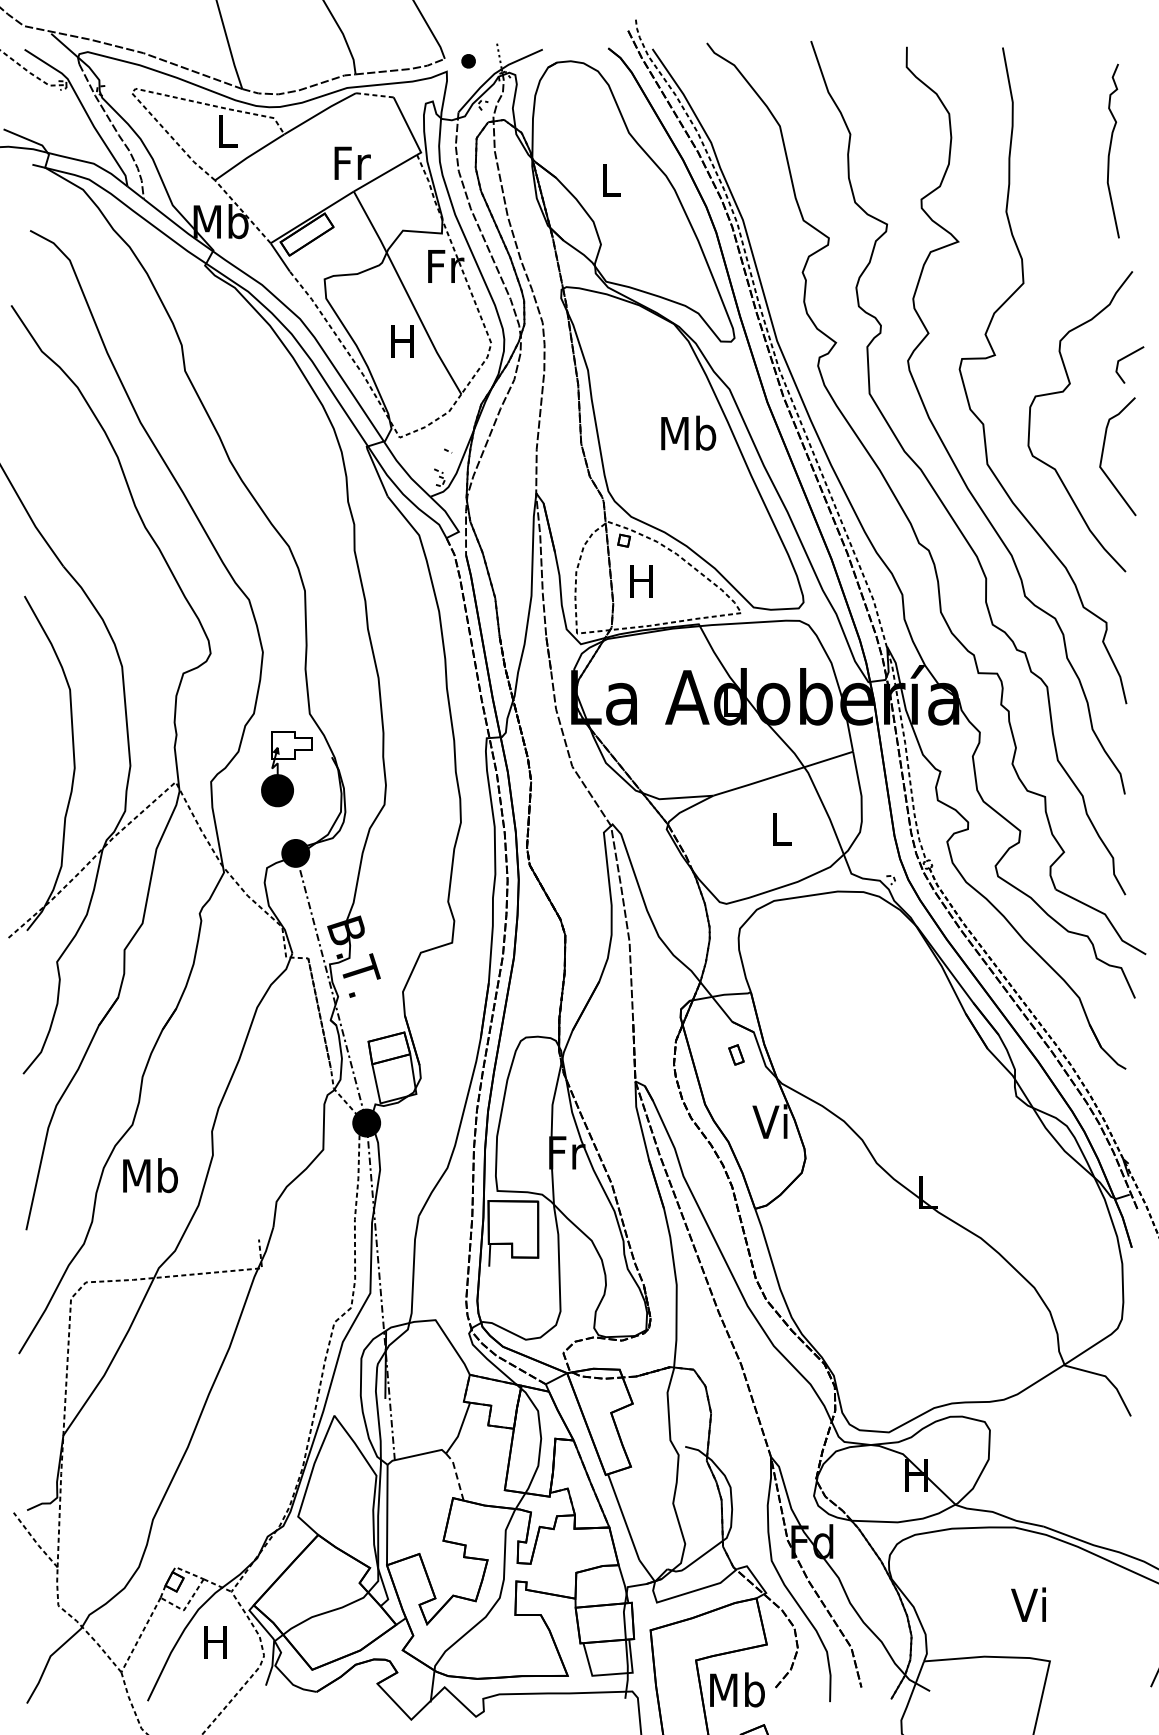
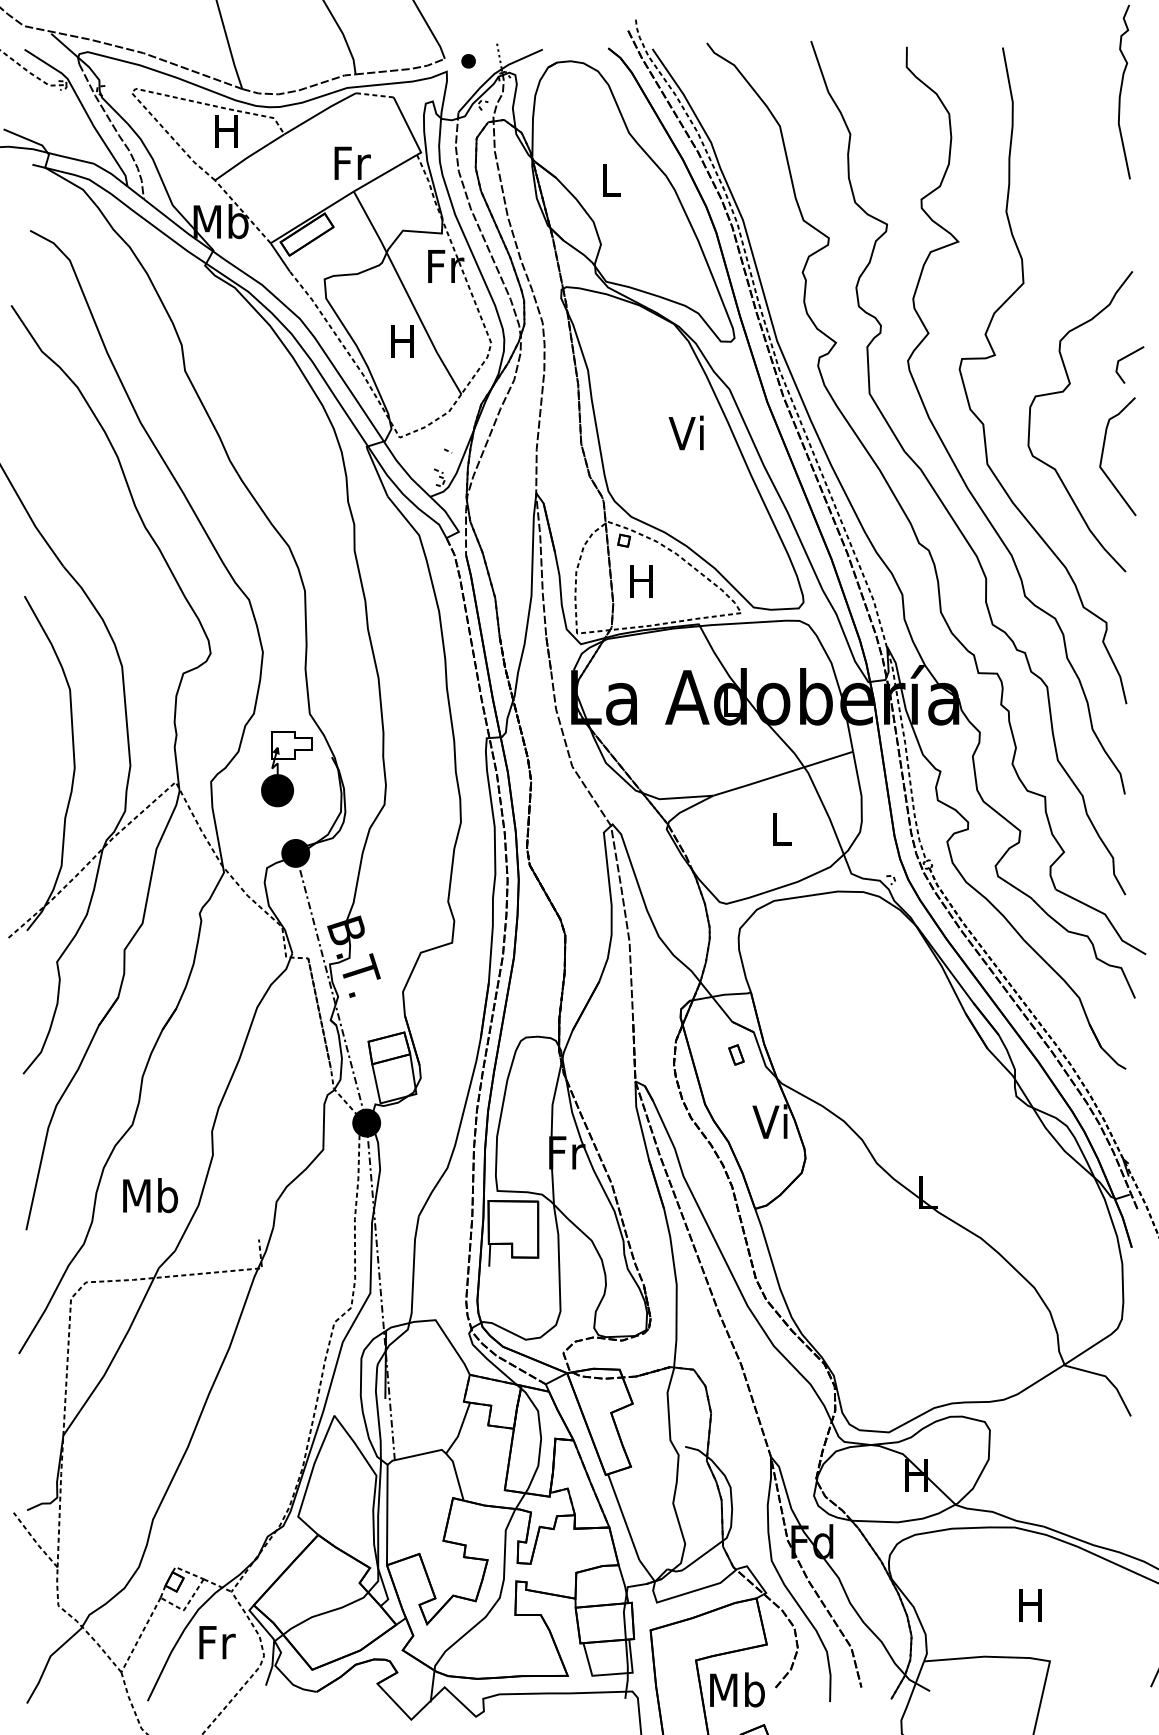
text at (226, 131): L -> H
curve at (1110, 150) position: (1110, 150) -> (1121, 91)
text at (688, 432): Mb -> Vi
text at (150, 1175) position: (150, 1175) -> (150, 1195)
line at (456, 1474): dashed -> solid
text at (1028, 1604): Vi -> H
text at (217, 1642): H -> Fr
